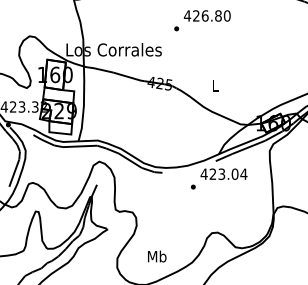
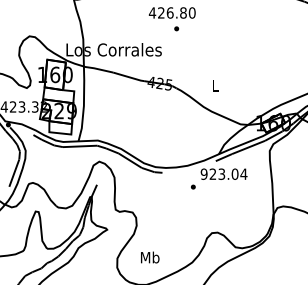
text at (206, 15) position: (206, 15) -> (171, 12)
text at (203, 173): 423.04 -> 923.04
text at (157, 256) position: (157, 256) -> (150, 257)
